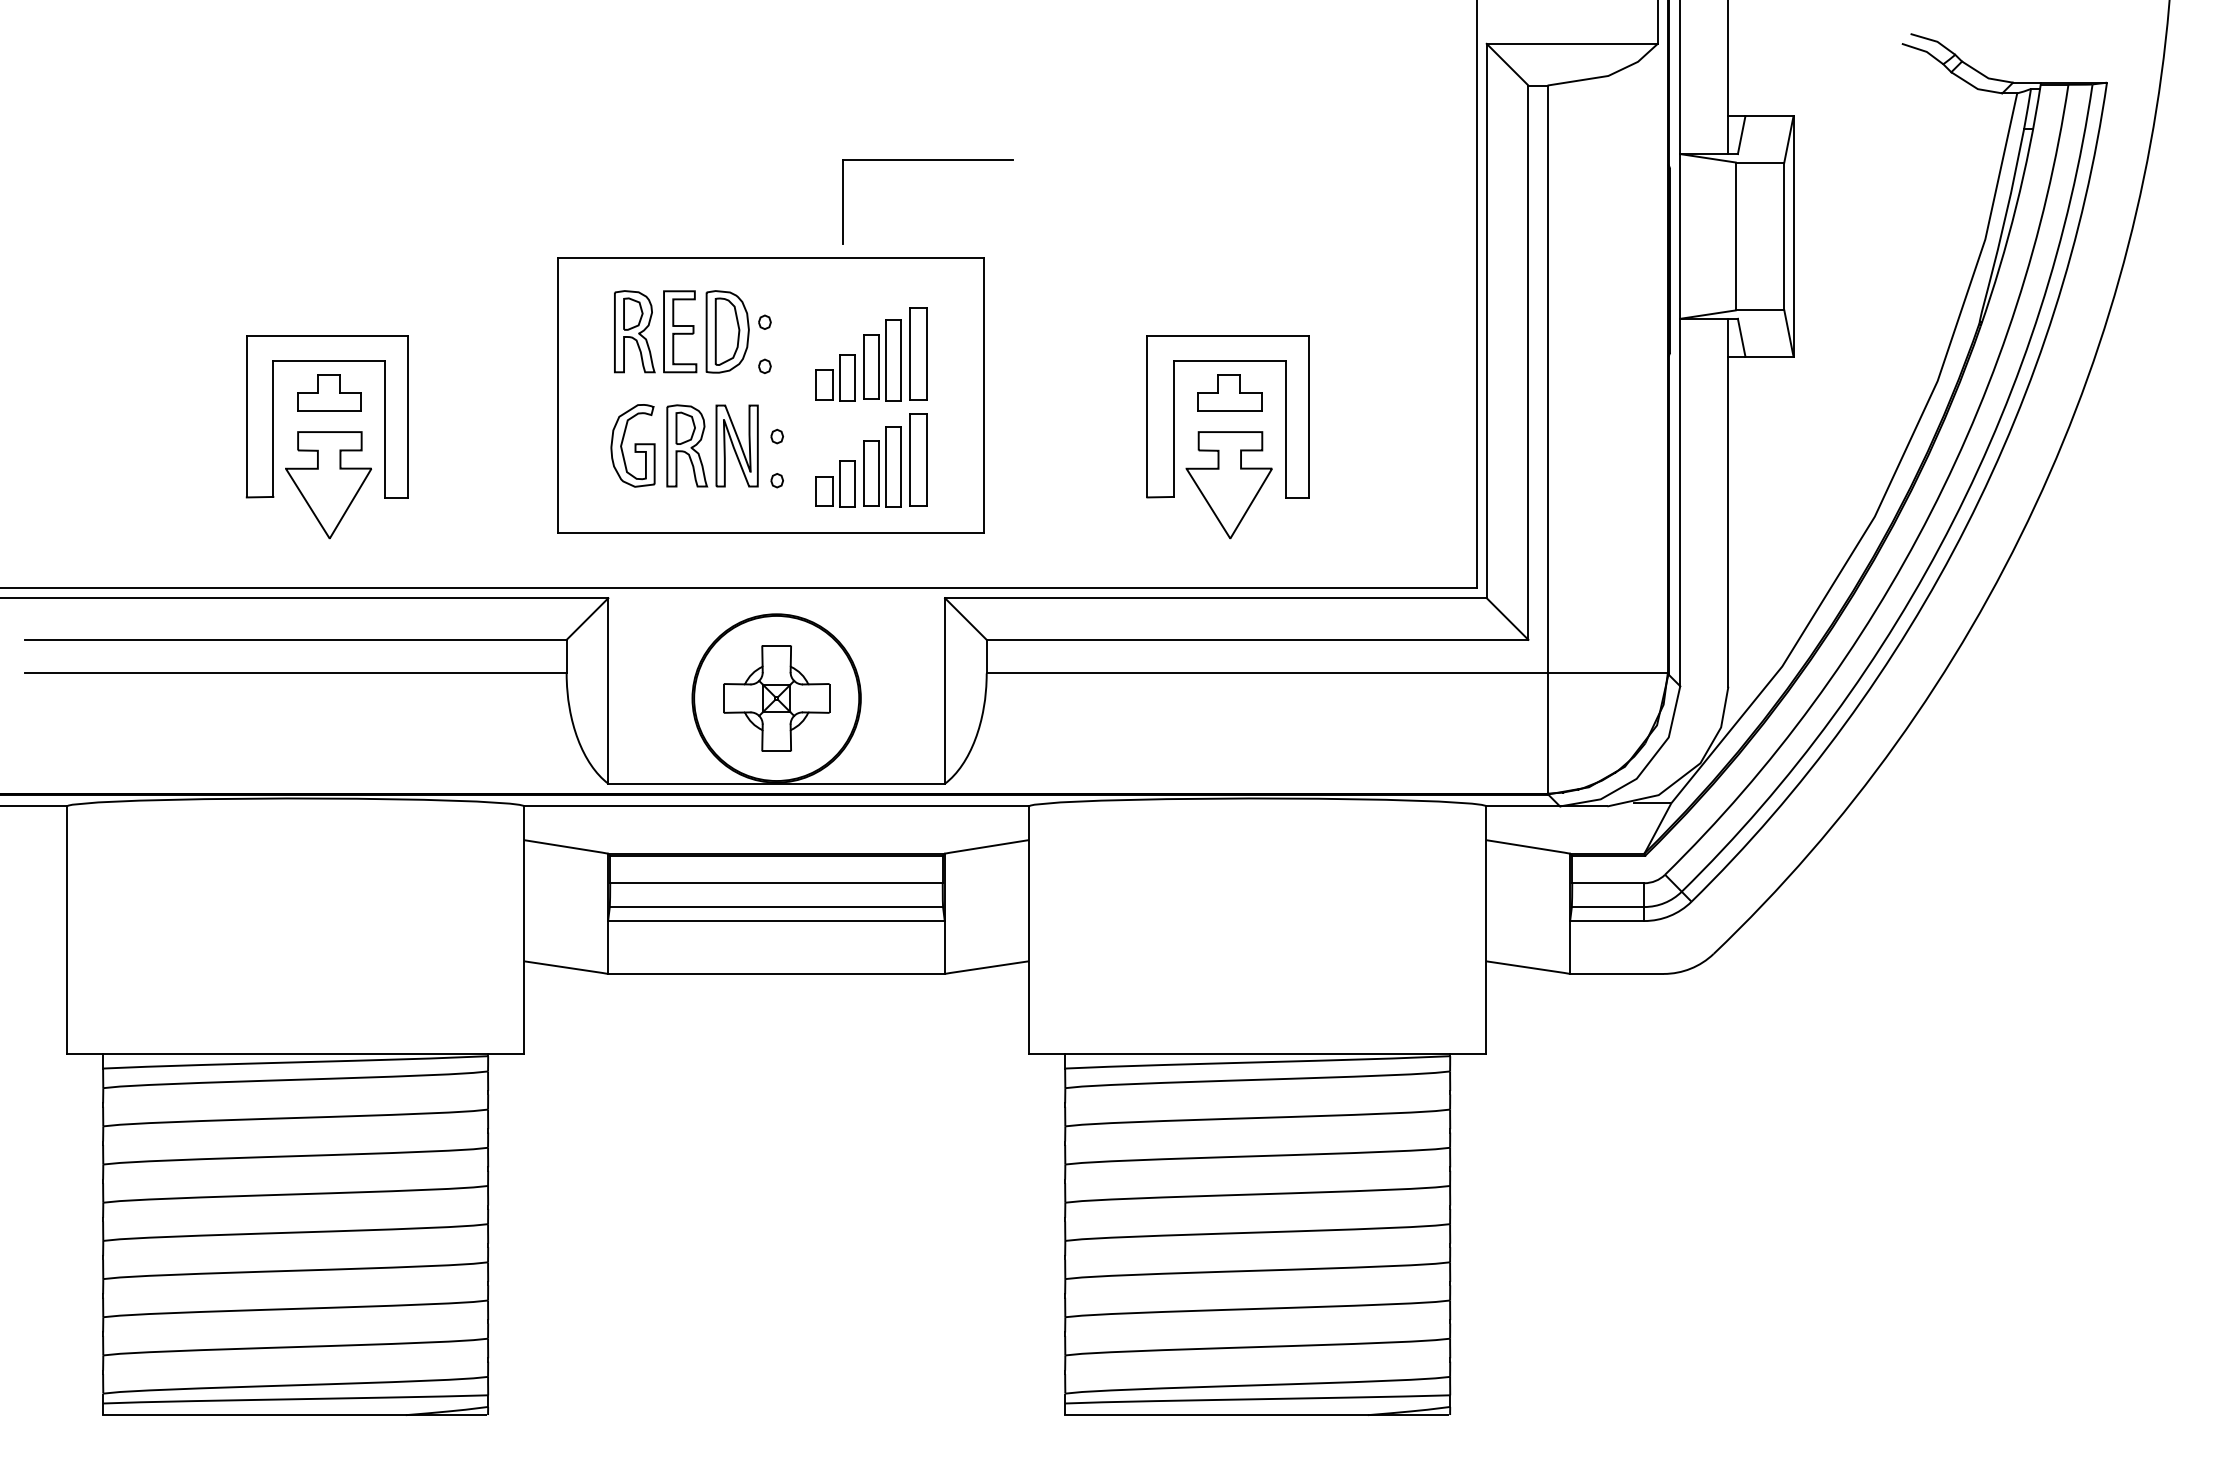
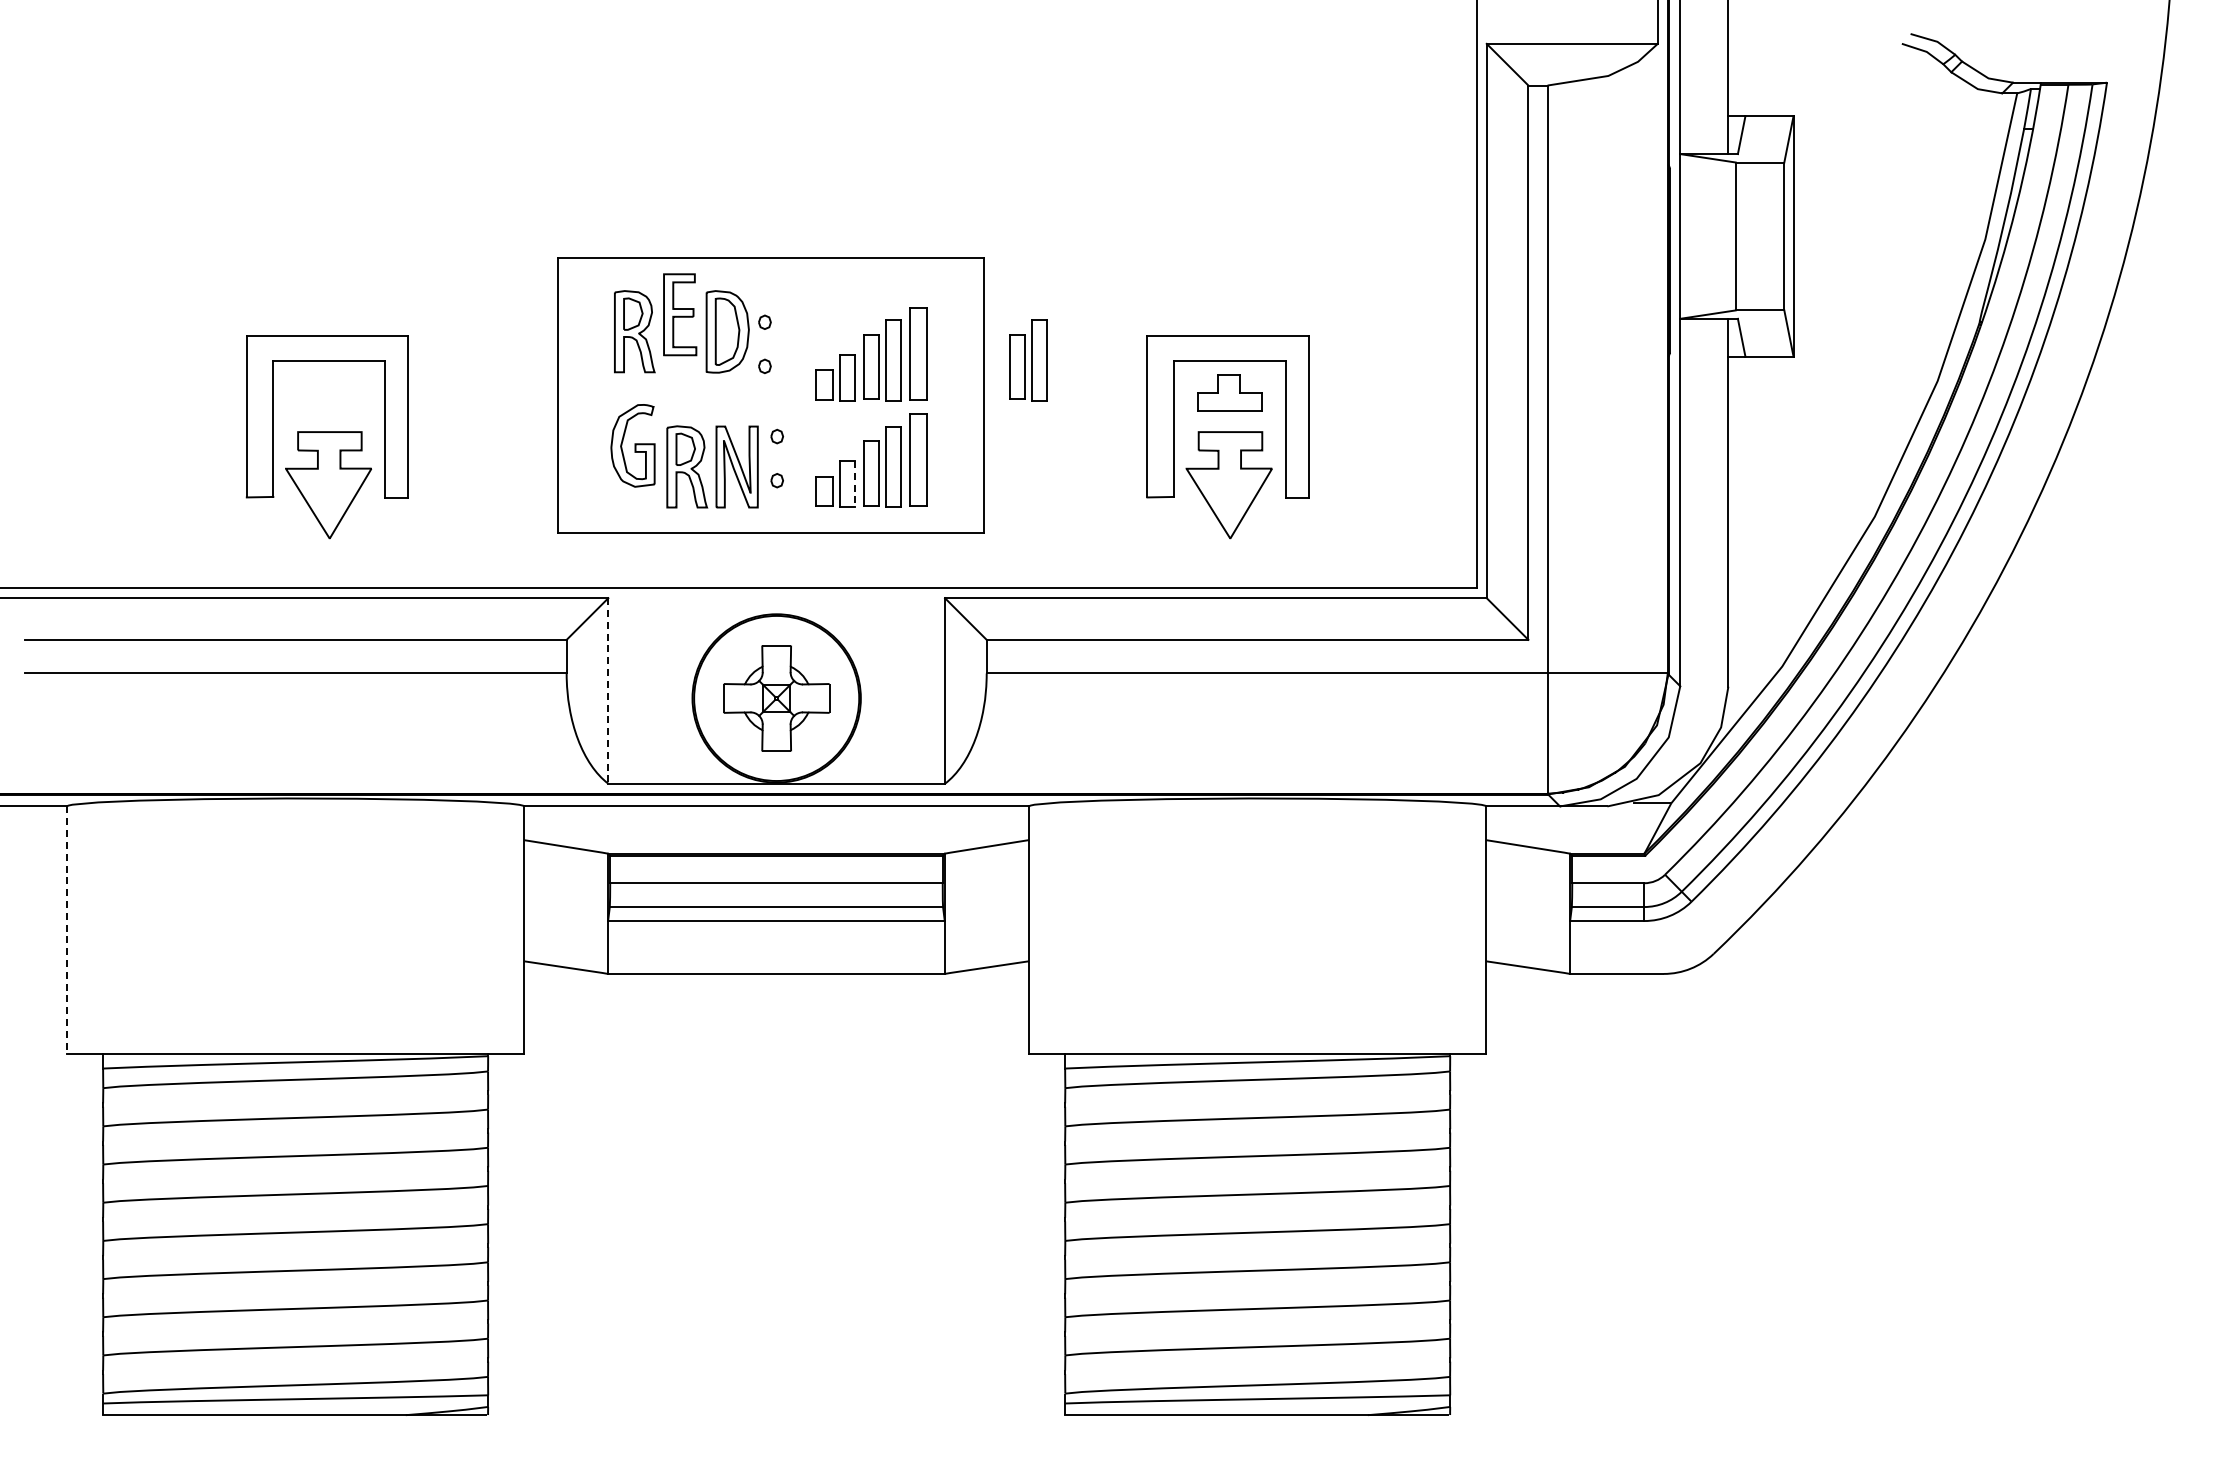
part at (927, 160): present -> none
part at (680, 331) position: (680, 331) -> (680, 314)
part at (1028, 360): none -> present
part at (329, 392): present -> none
part at (712, 445) position: (712, 445) -> (712, 466)
line at (855, 483): solid -> dashed
line at (608, 690): solid -> dashed
line at (67, 930): solid -> dashed
